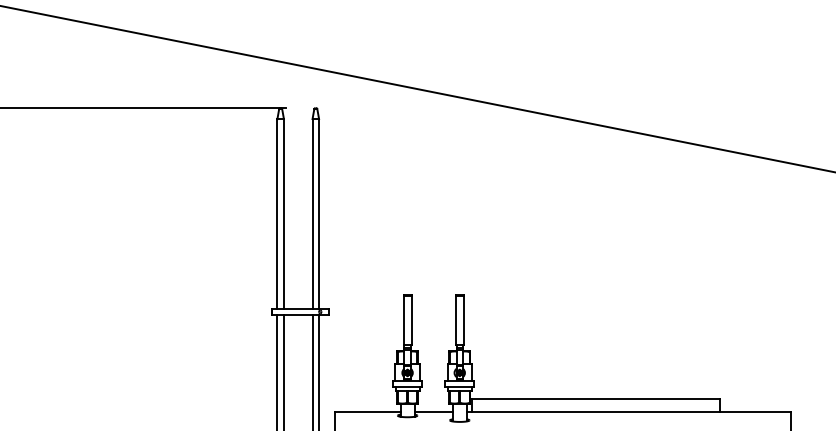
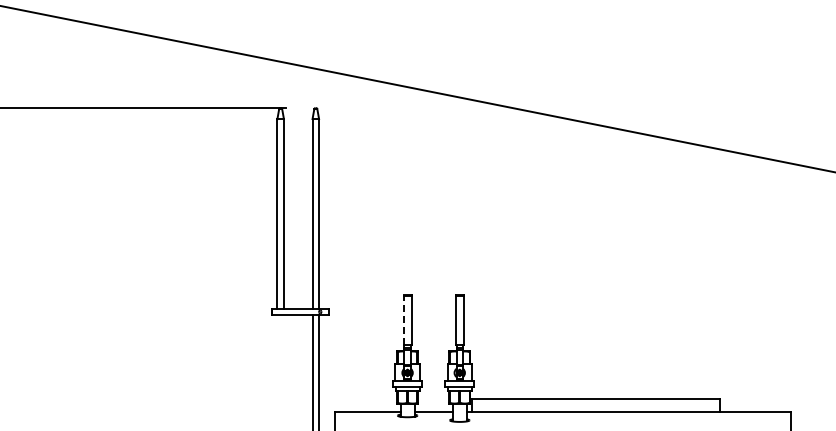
line at (403, 319): solid -> dashed
line at (277, 371): present -> none
line at (283, 371): present -> none
